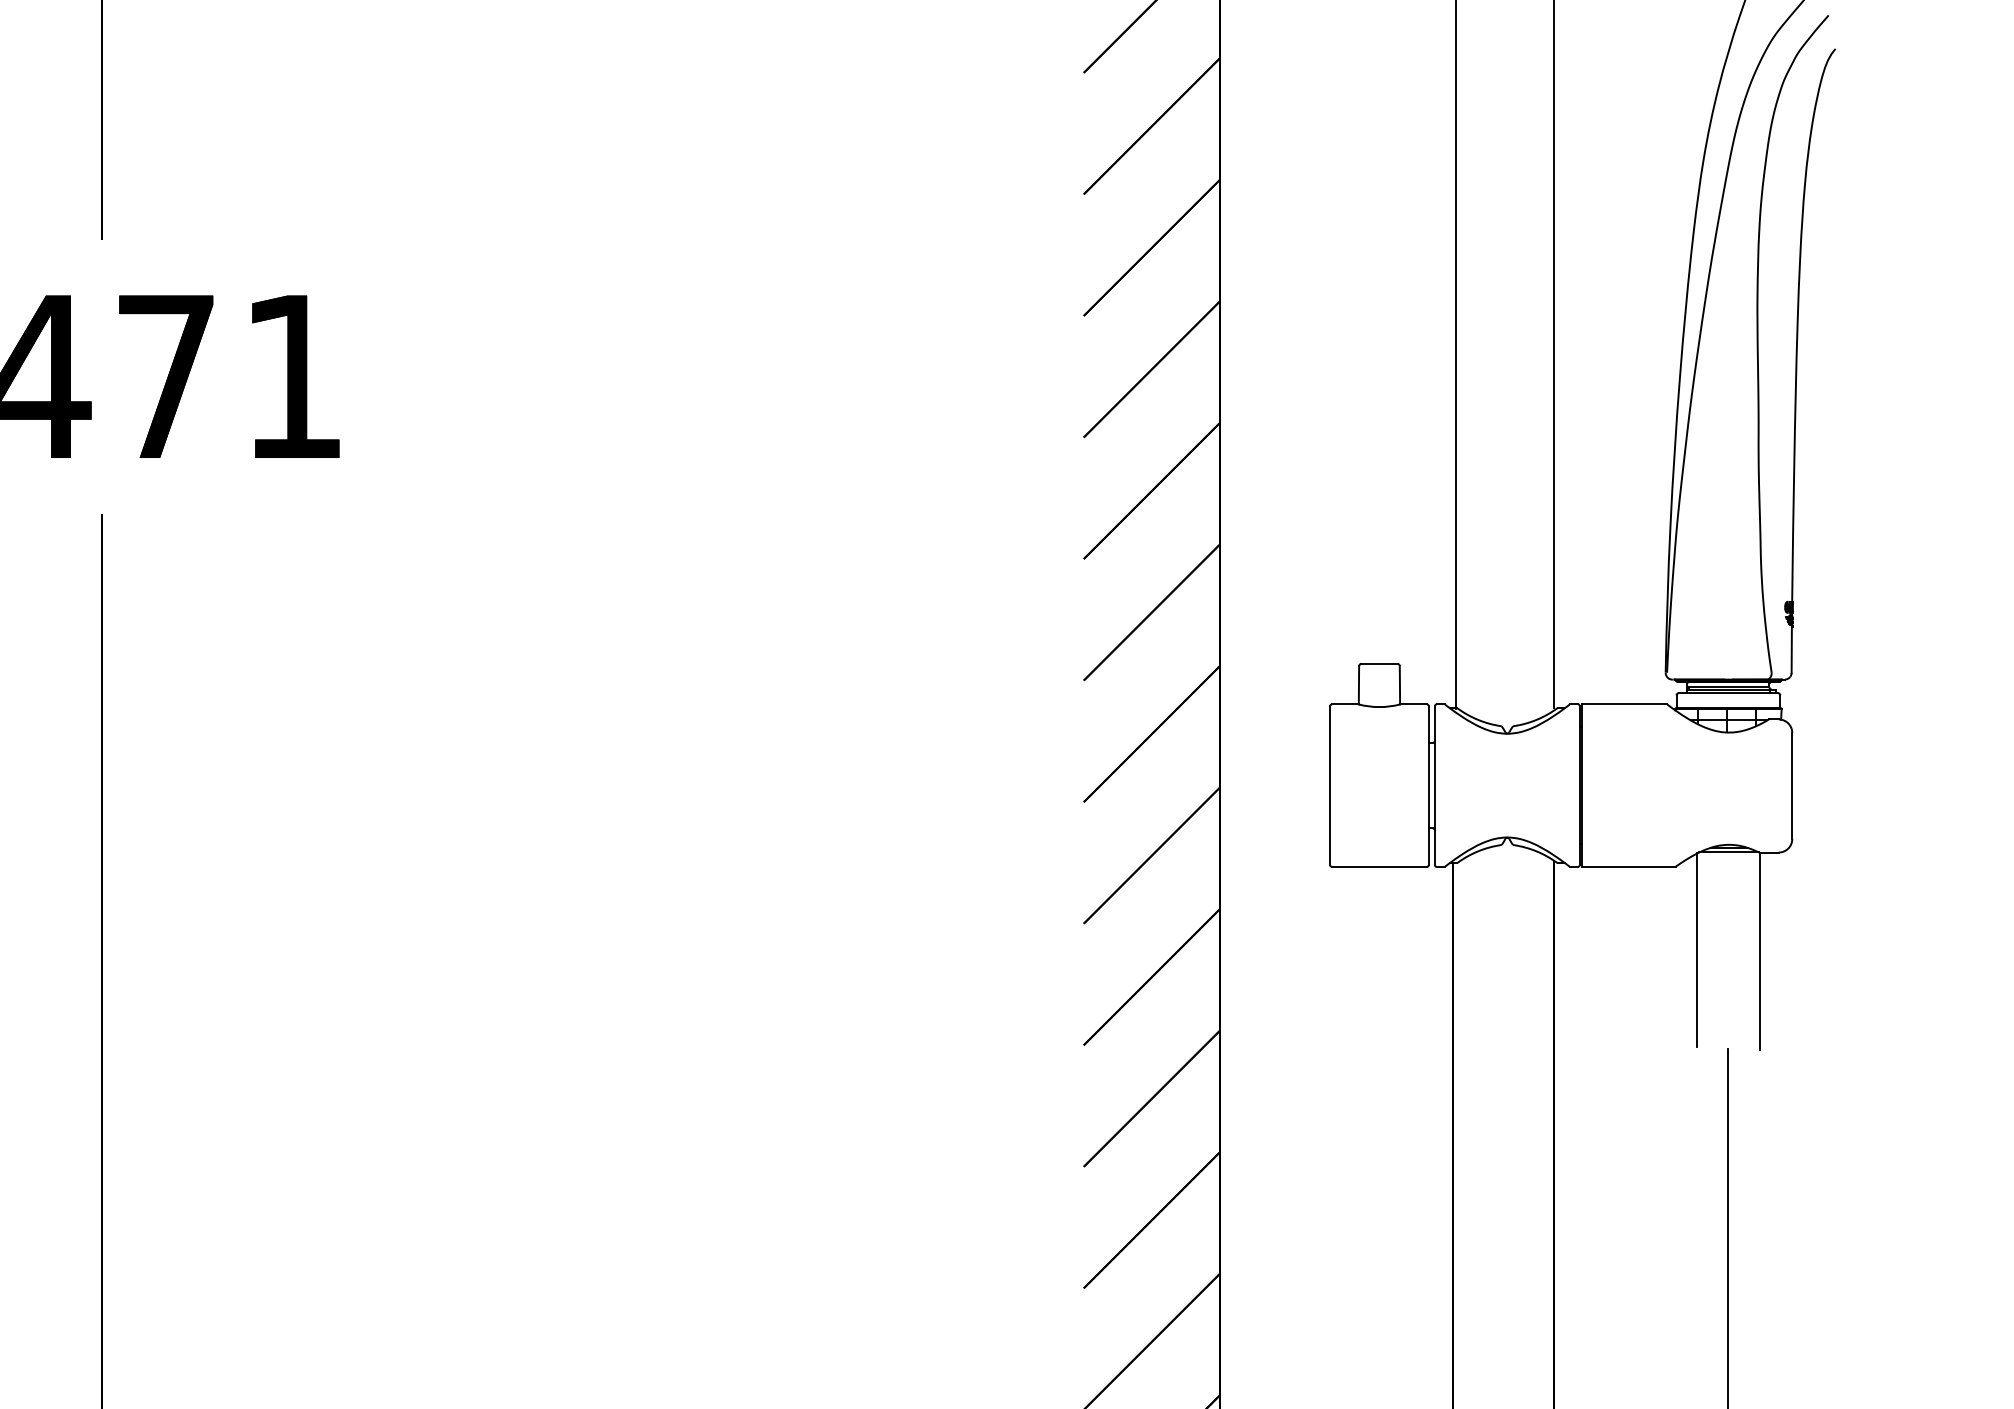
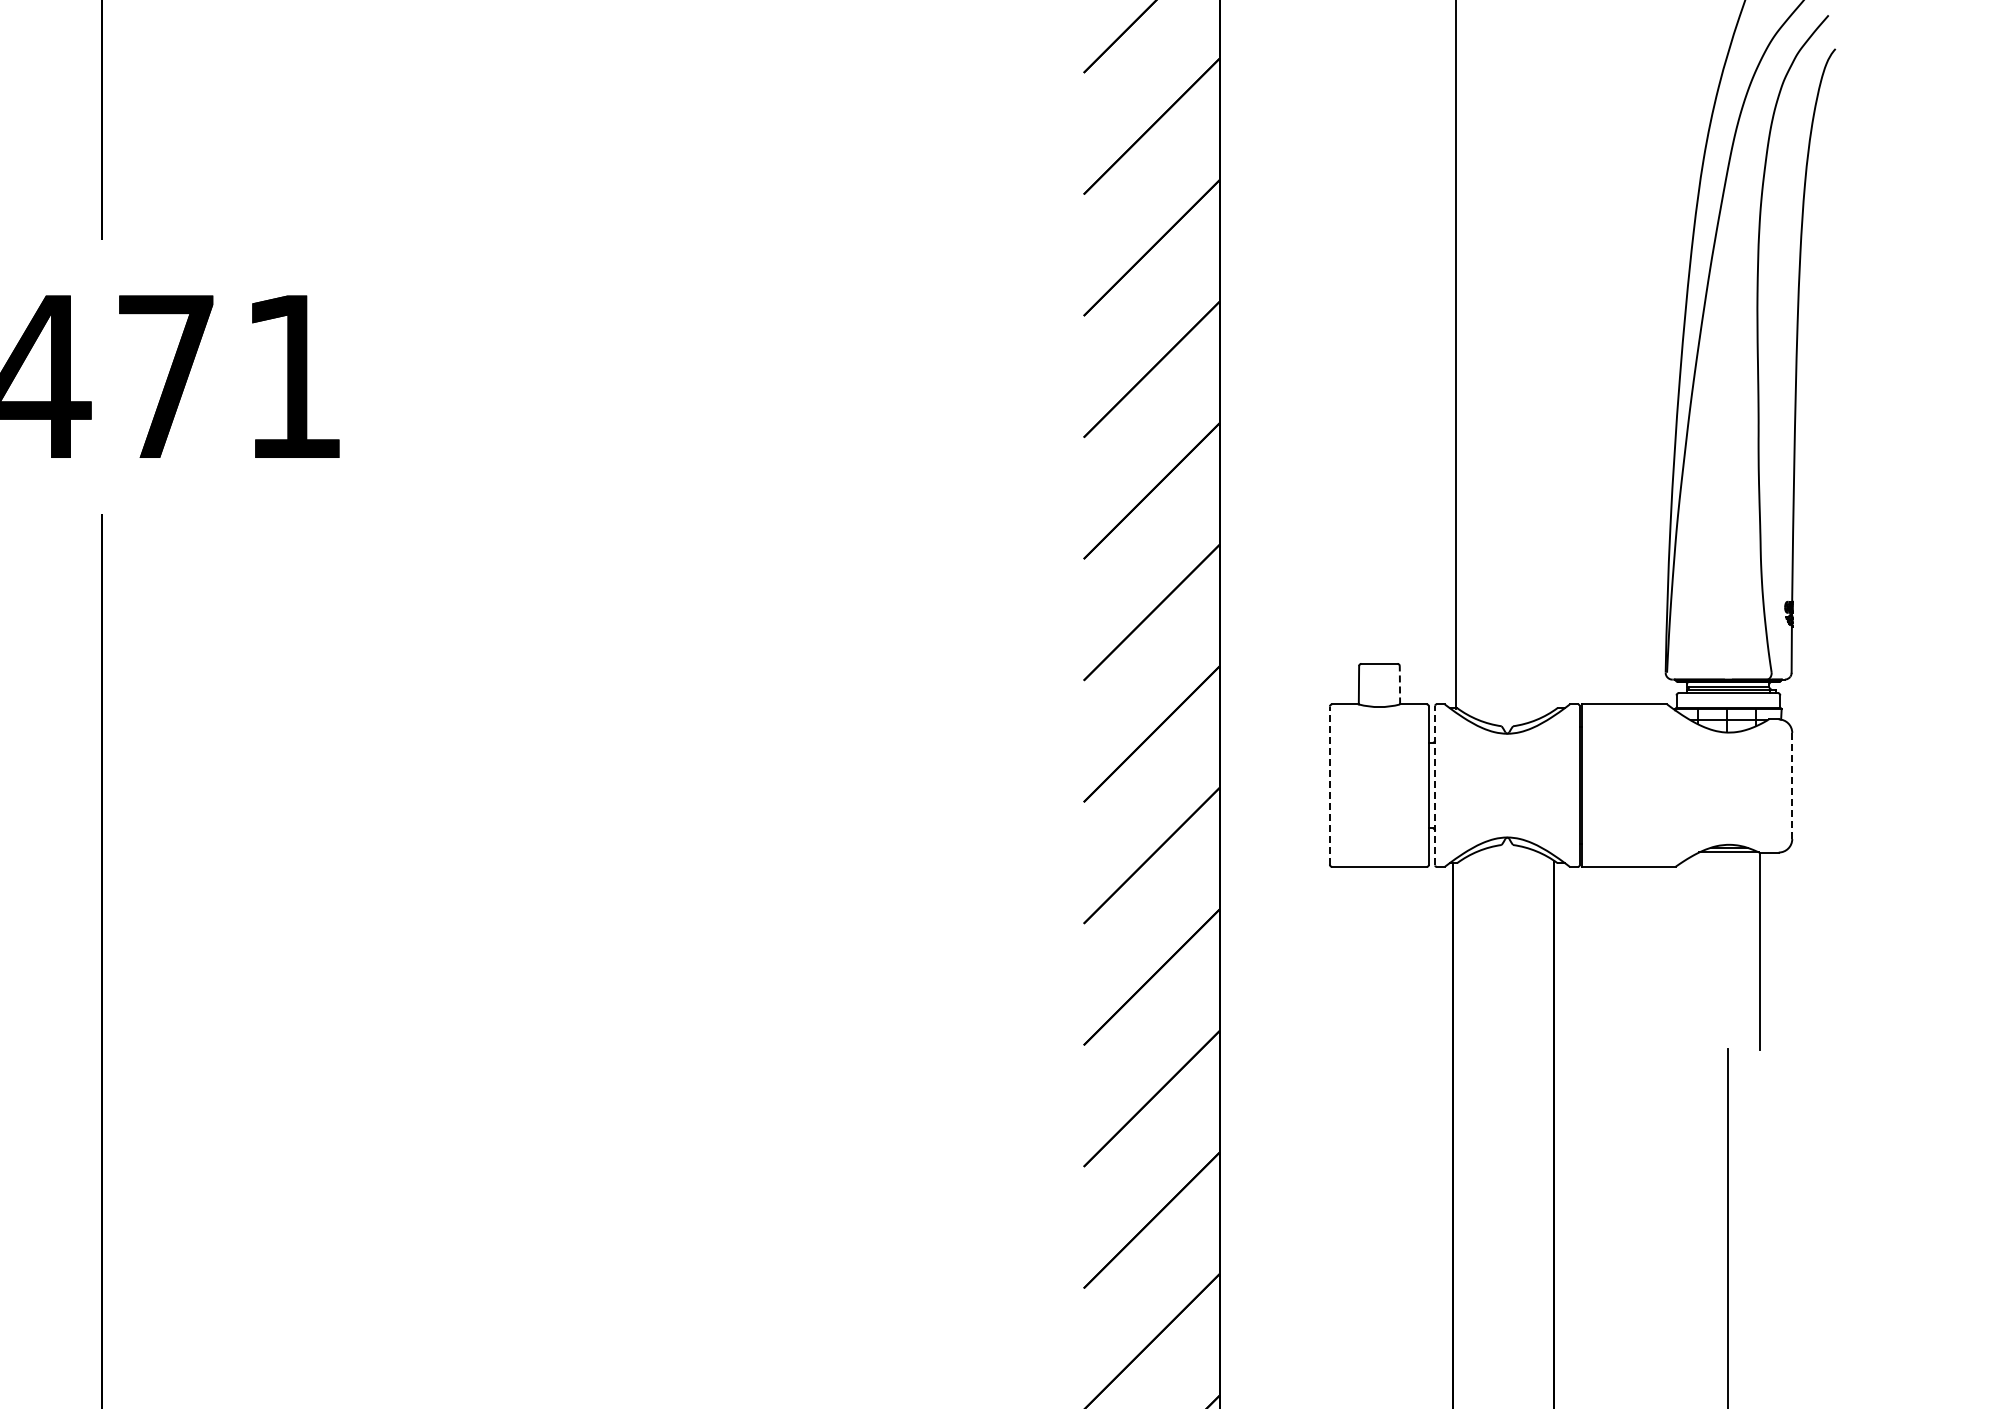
line at (1554, 355): present -> none
line at (1399, 684): solid -> dashed
line at (1329, 785): solid -> dashed
line at (1435, 785): solid -> dashed
line at (1792, 786): solid -> dashed
line at (1697, 949): present -> none
